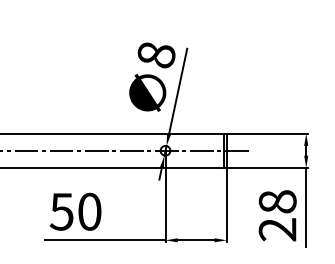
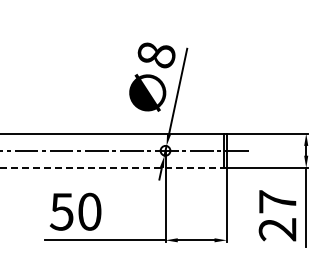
line at (113, 167): solid -> dashed
text at (277, 201): 28 -> 27
